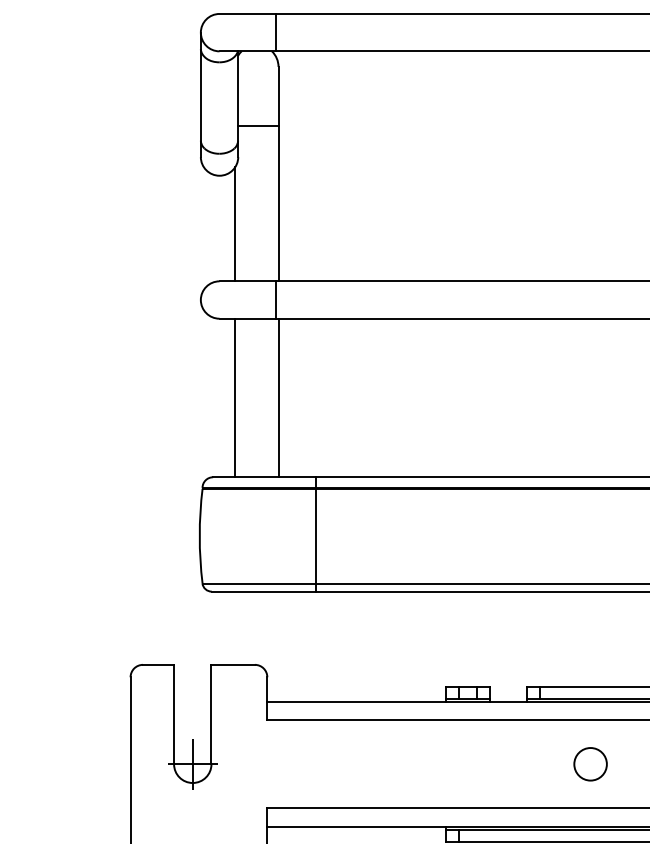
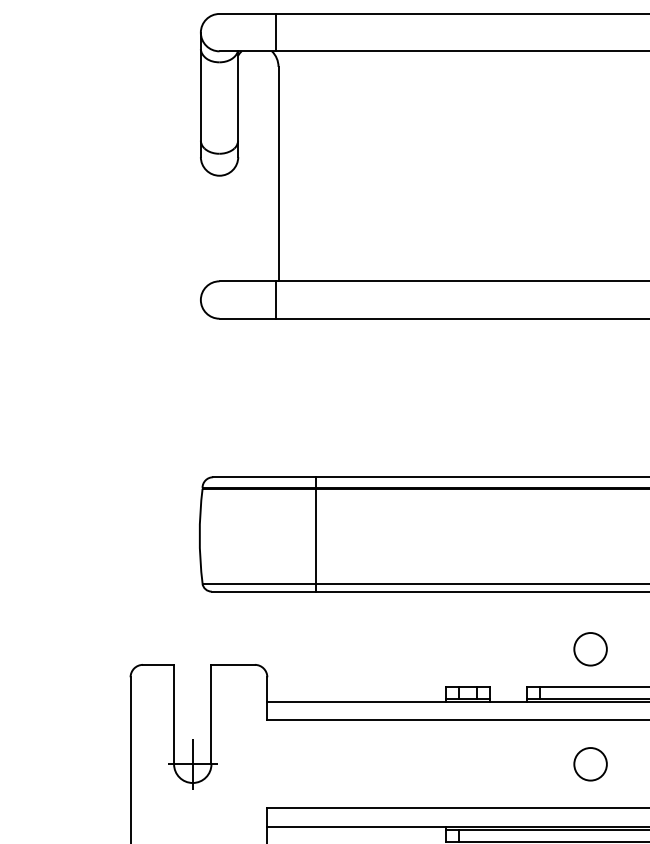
line at (258, 126): present -> none
line at (235, 224): present -> none
line at (235, 397): present -> none
line at (278, 397): present -> none
circle at (590, 649): none -> present
